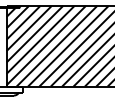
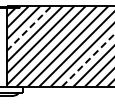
line at (29, 28): solid -> dashed
line at (88, 60): solid -> dashed
